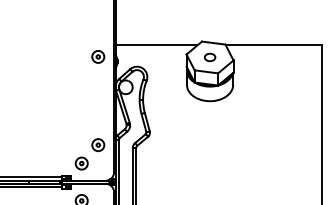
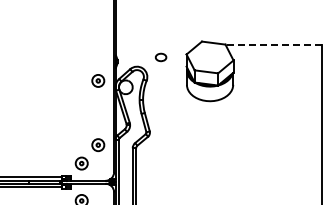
line at (156, 45): present -> none
line at (273, 45): solid -> dashed
part at (98, 56) position: (98, 56) -> (98, 80)
part at (209, 57) position: (209, 57) -> (160, 57)
